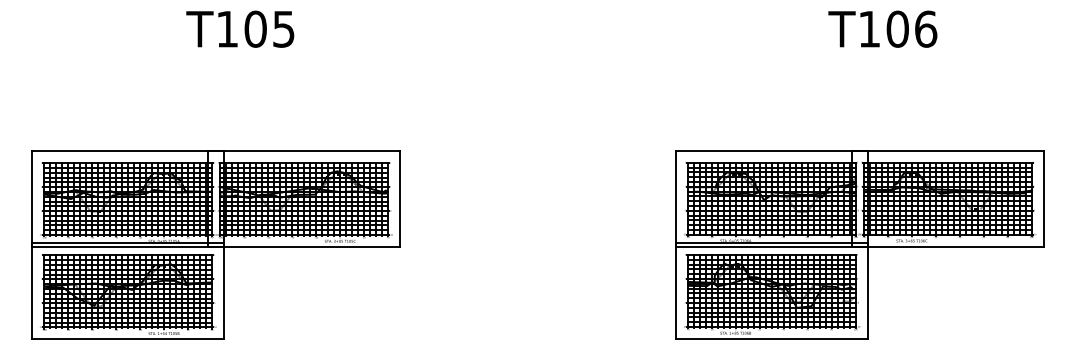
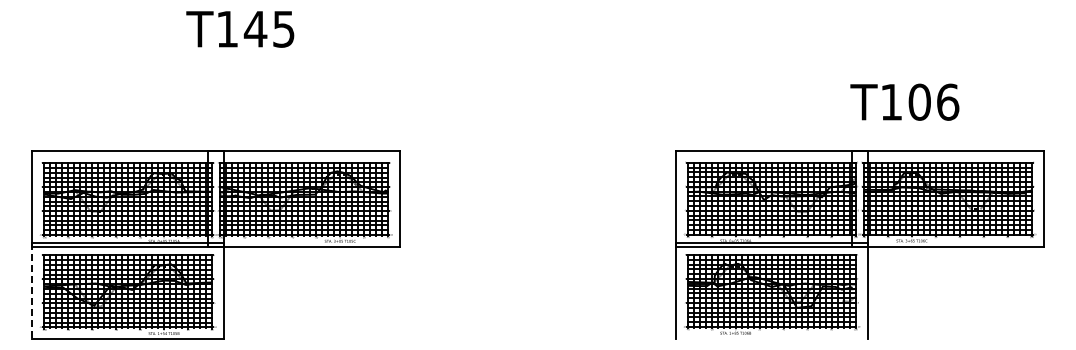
text at (255, 28): T105 -> T145
text at (882, 28) position: (882, 28) -> (904, 101)
line at (32, 291): solid -> dashed
line at (771, 339): present -> none
